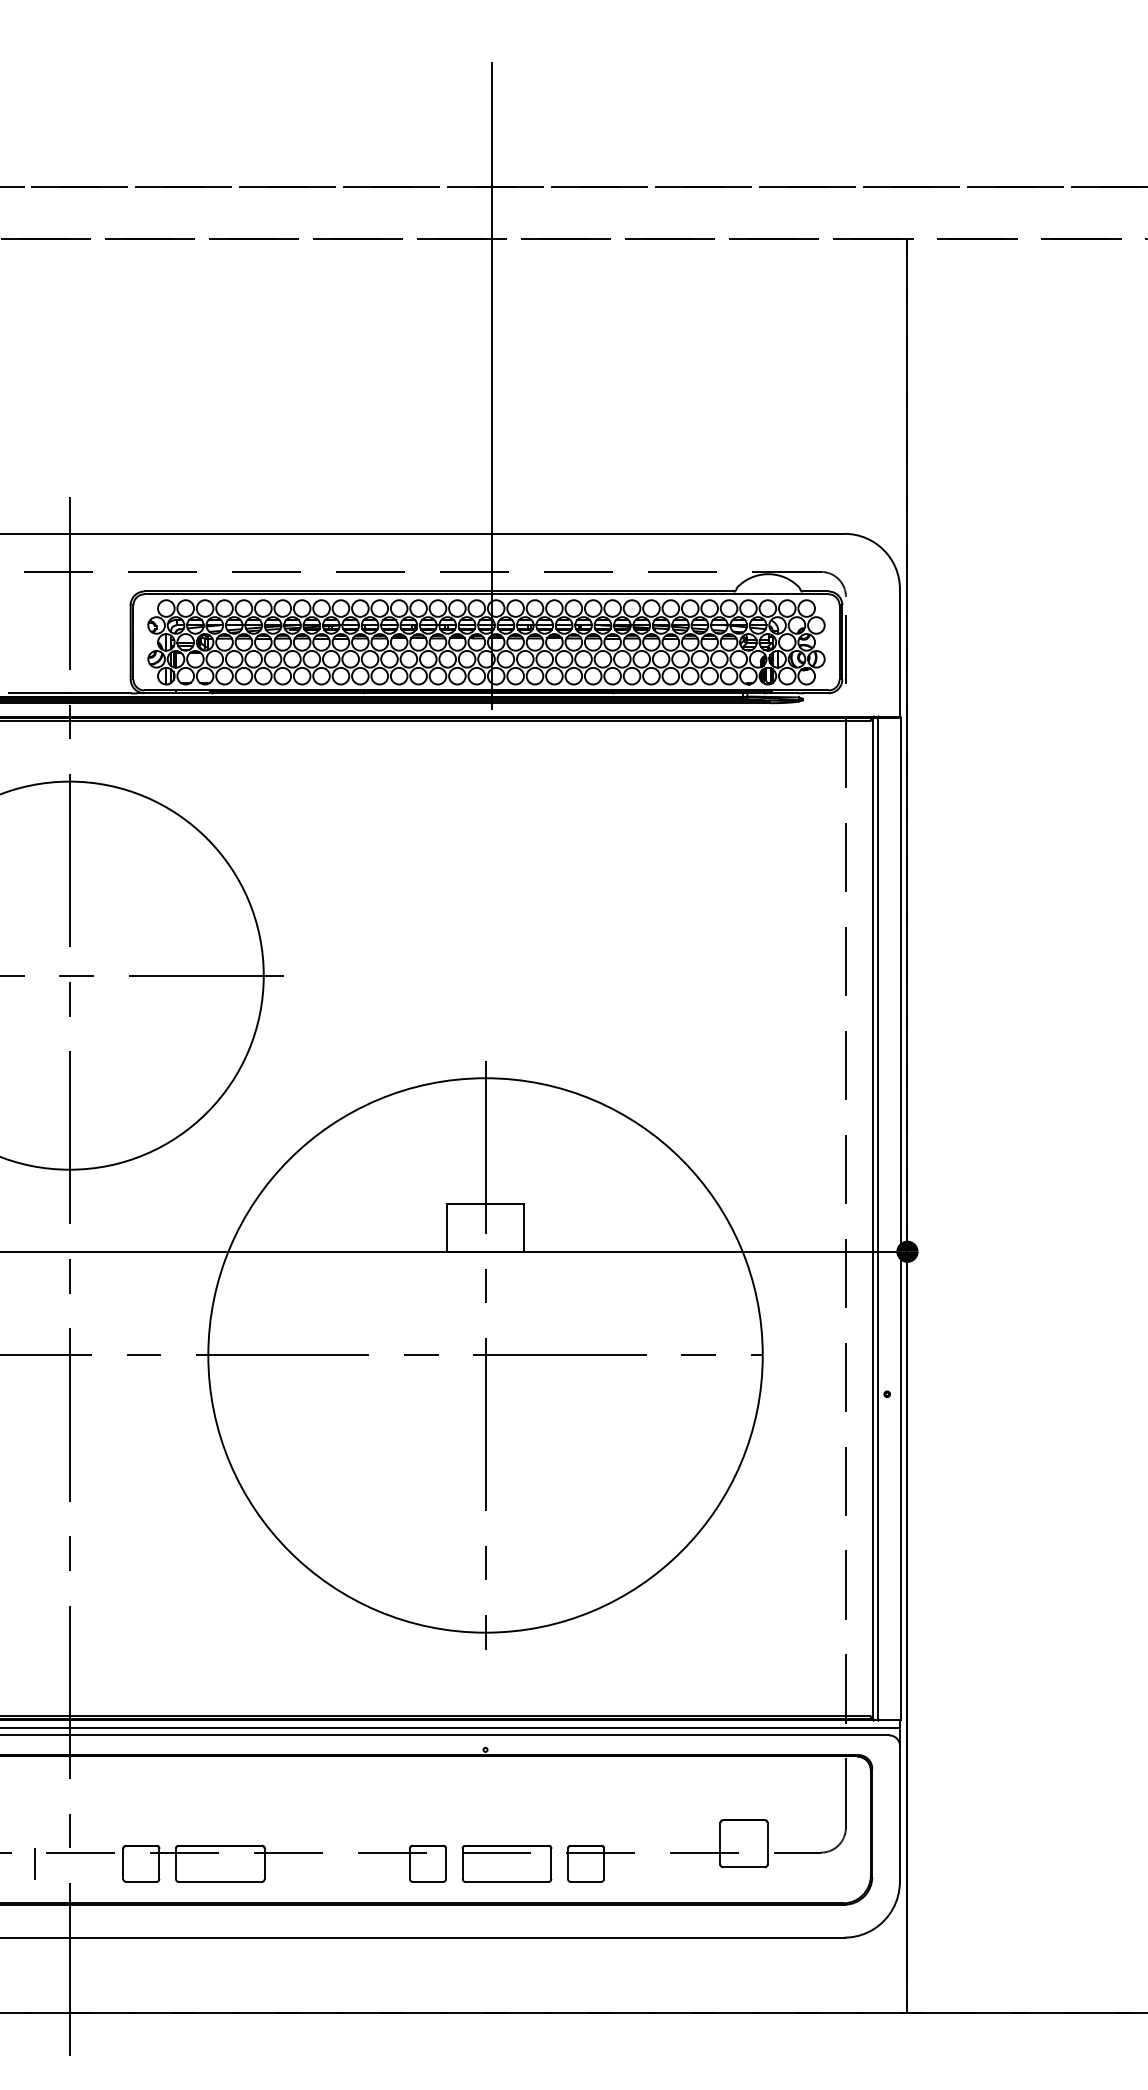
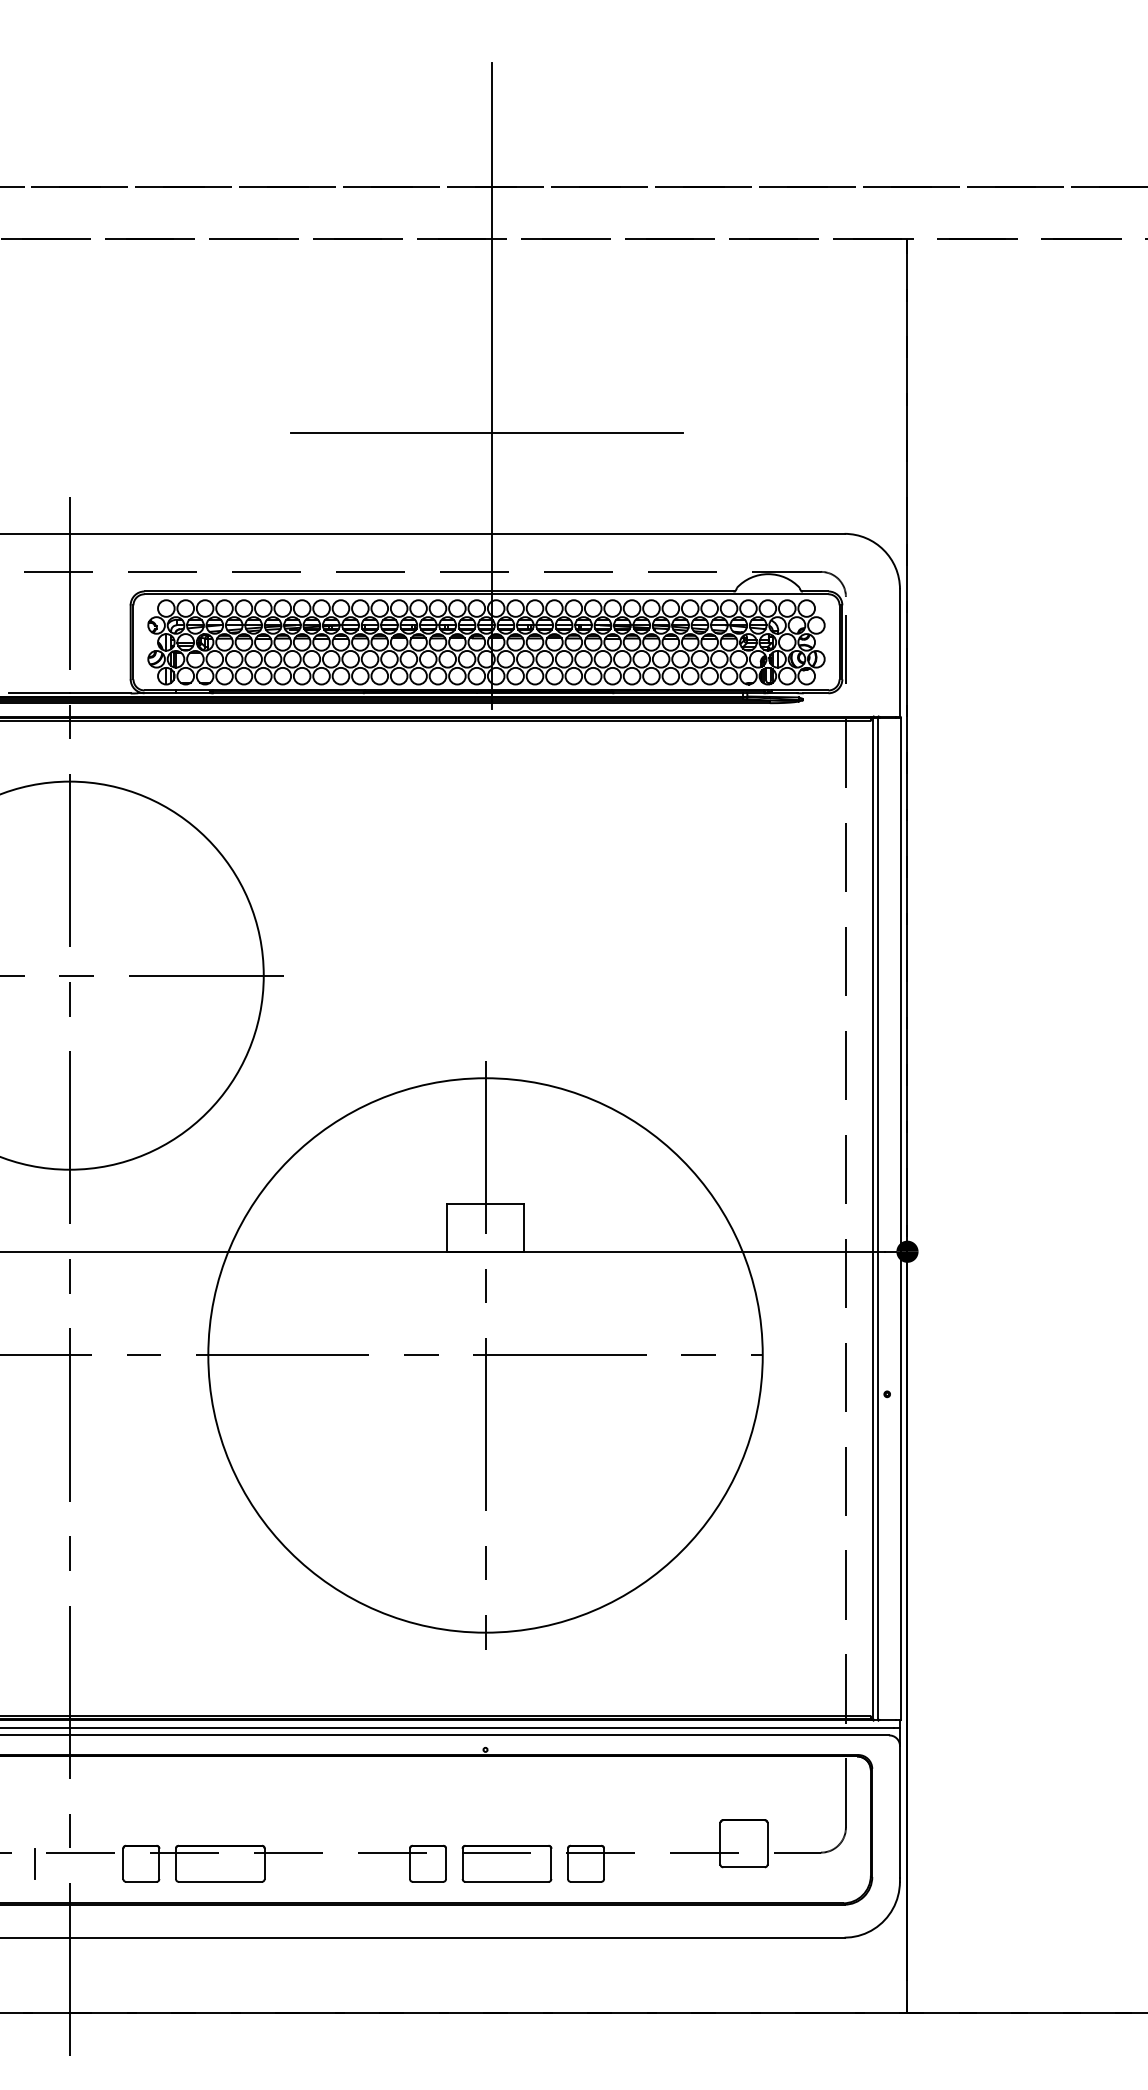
line at (486, 433): none -> present
